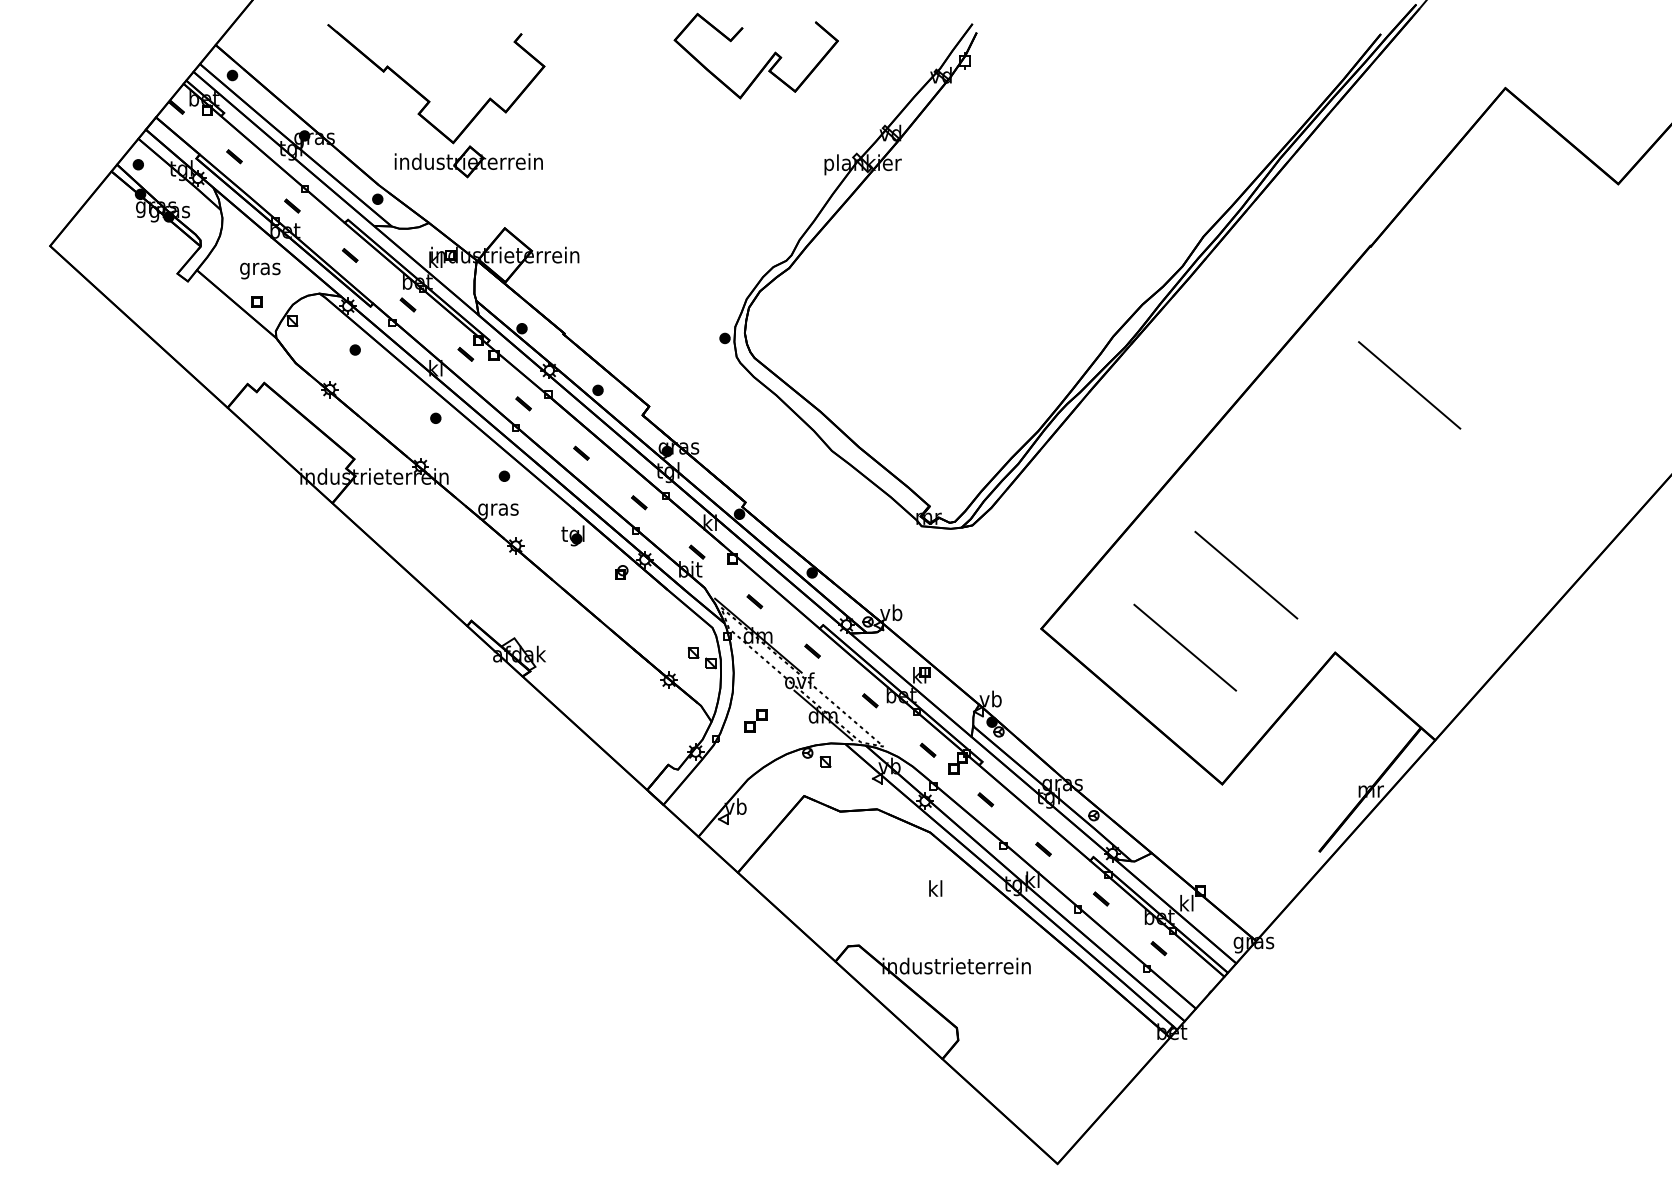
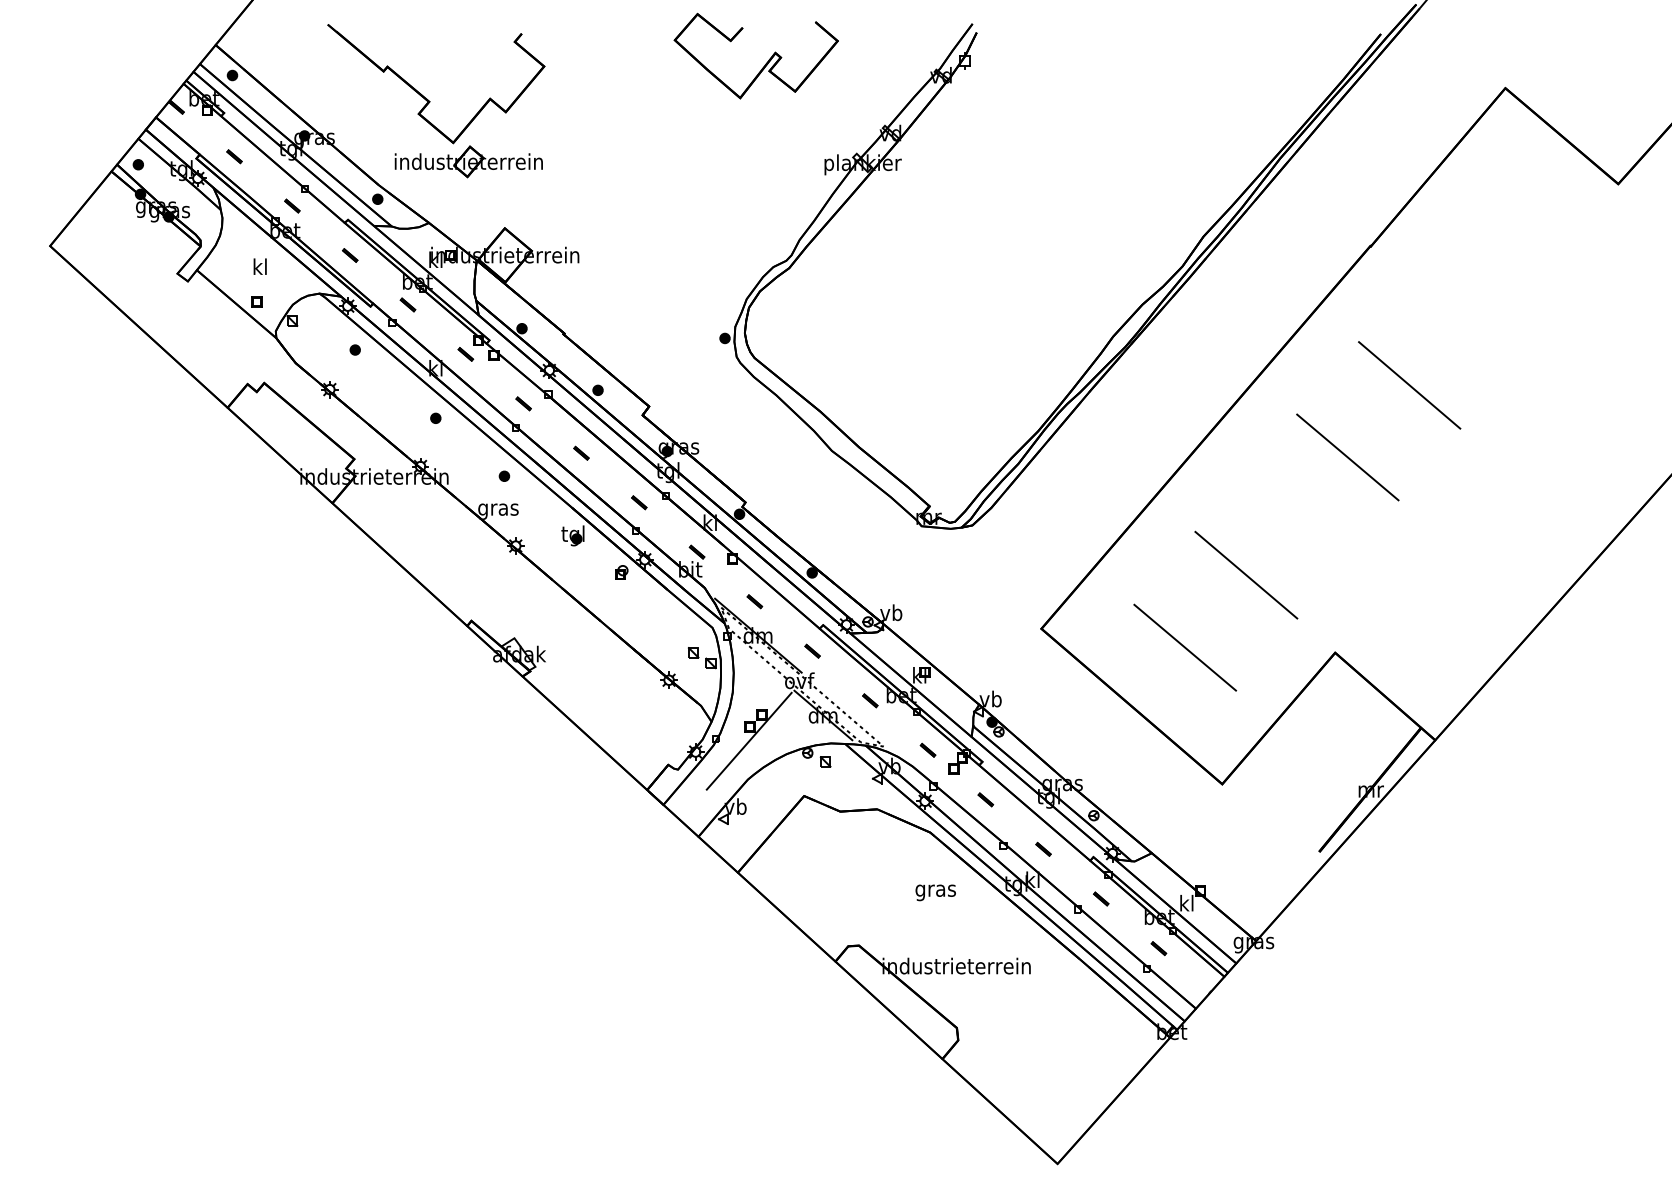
text at (260, 268): gras -> kl
line at (1347, 457): none -> present
line at (748, 740): none -> present
text at (935, 890): kl -> gras
